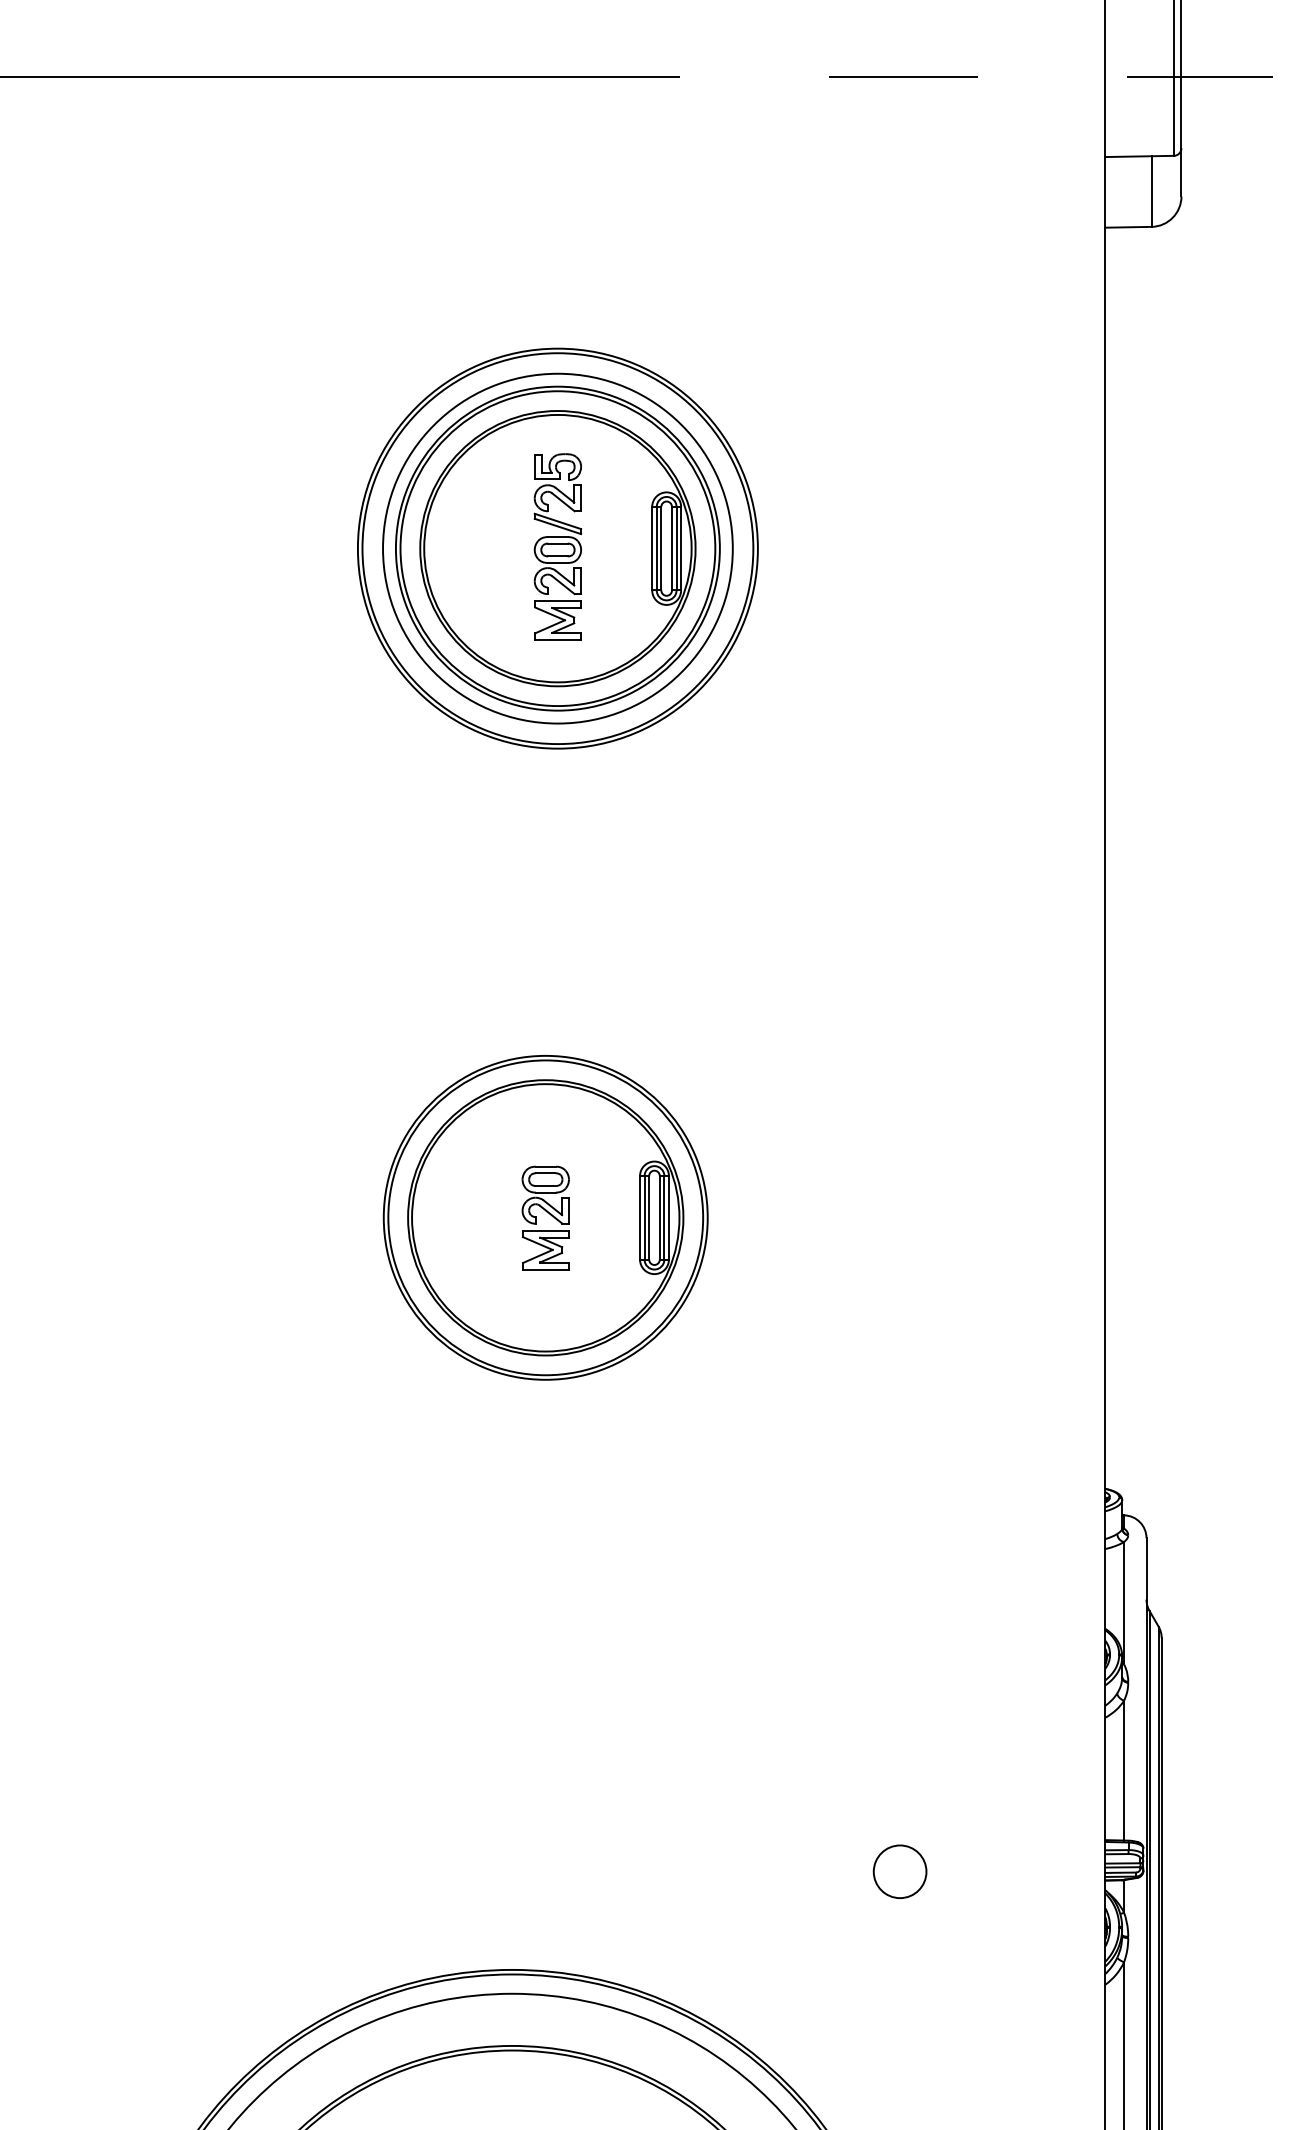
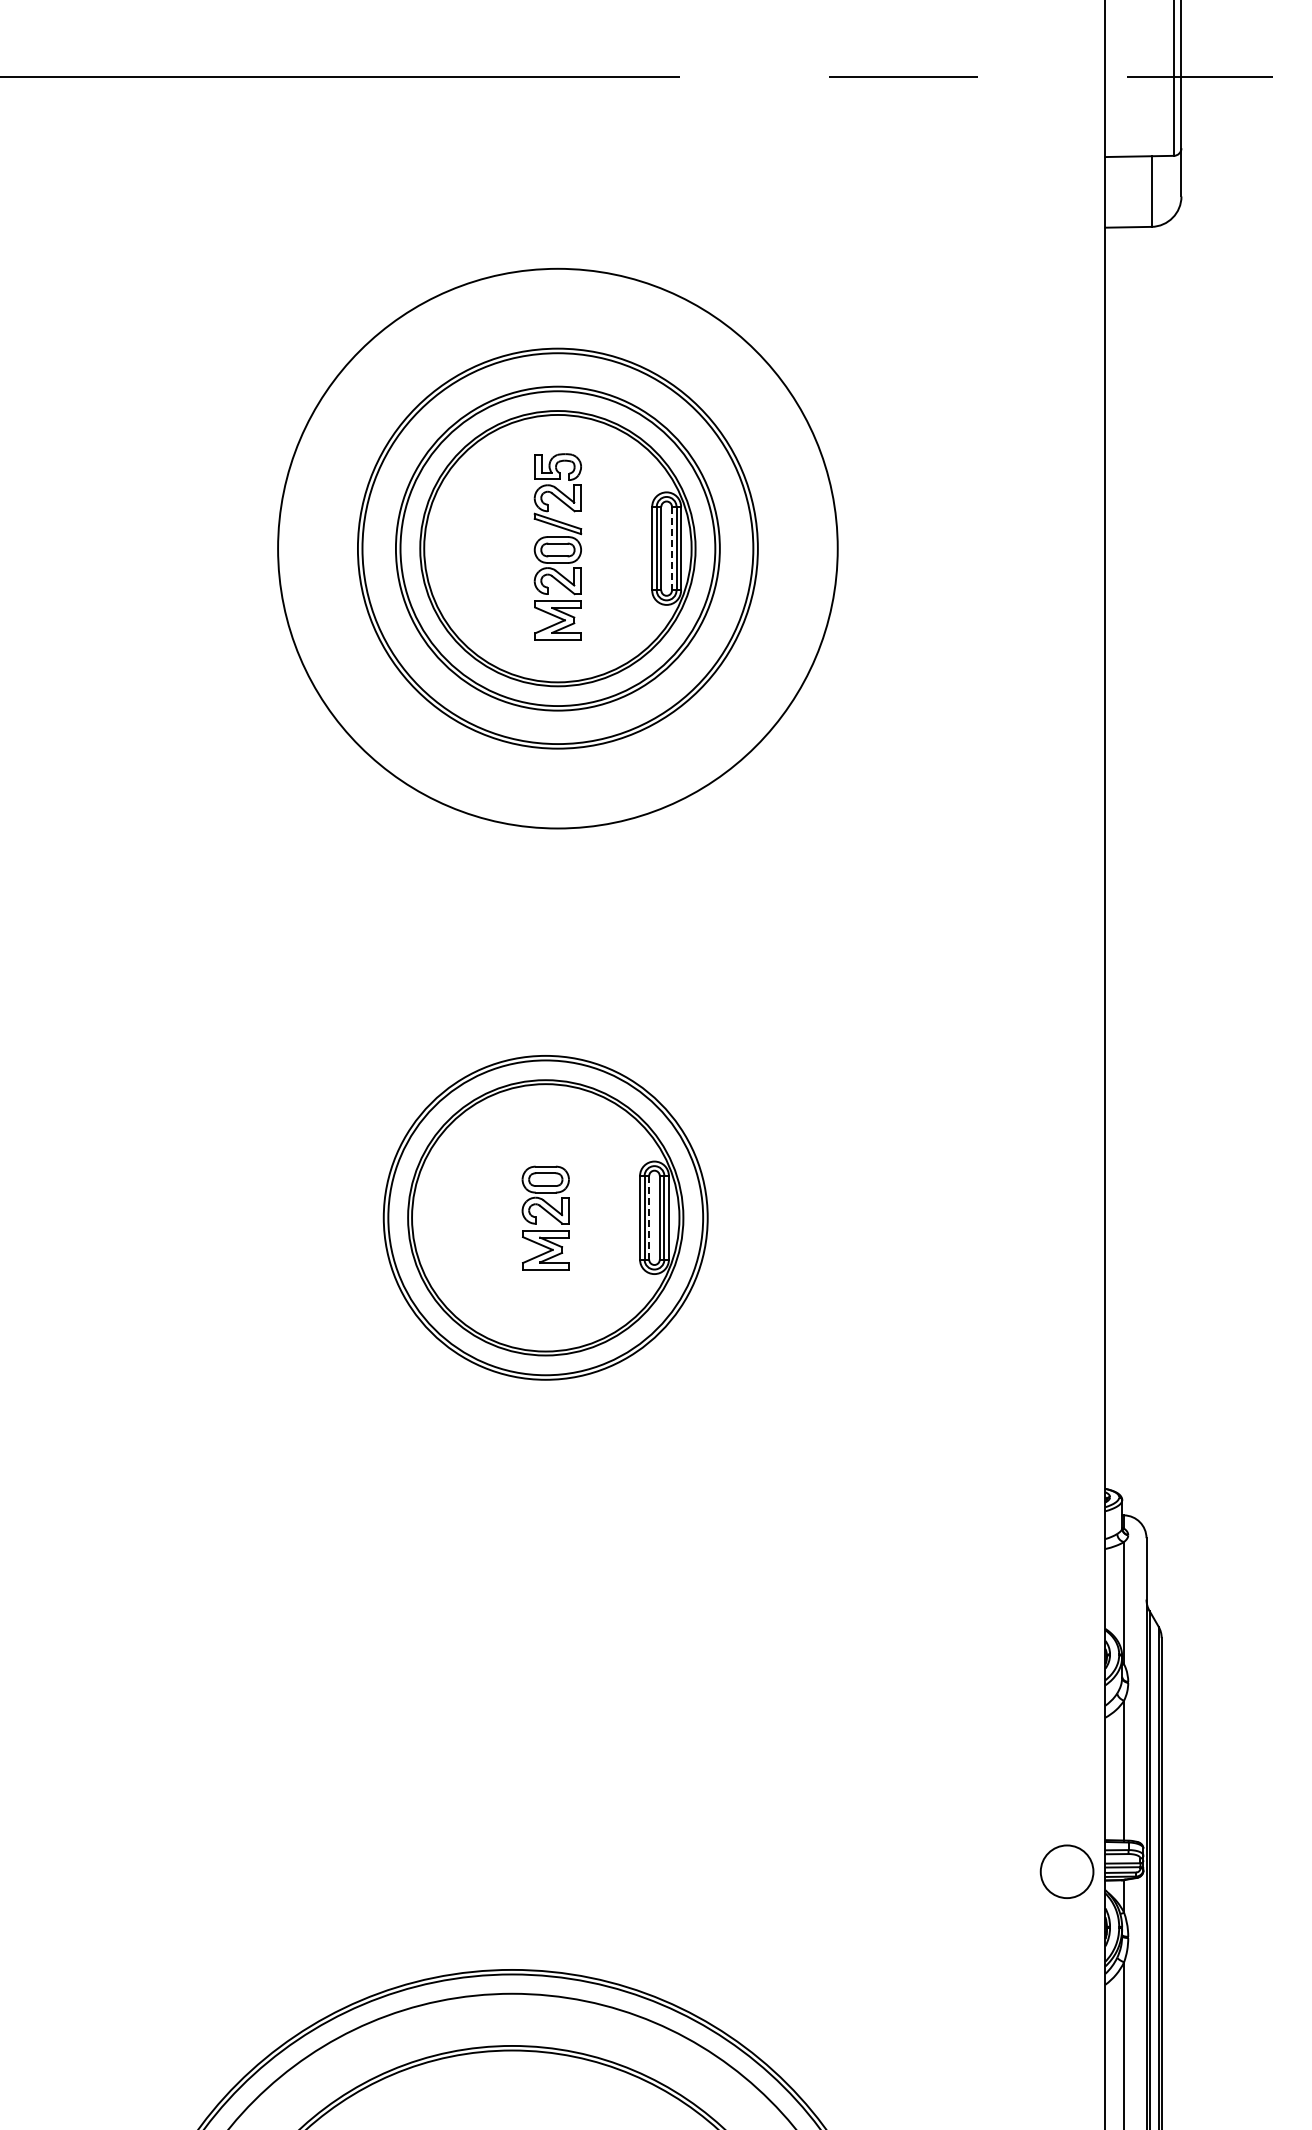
circle at (557, 548) diameter: 350 px -> 560 px
line at (671, 548): solid -> dashed
line at (649, 1217): solid -> dashed
circle at (899, 1871) position: (899, 1871) -> (1066, 1871)
